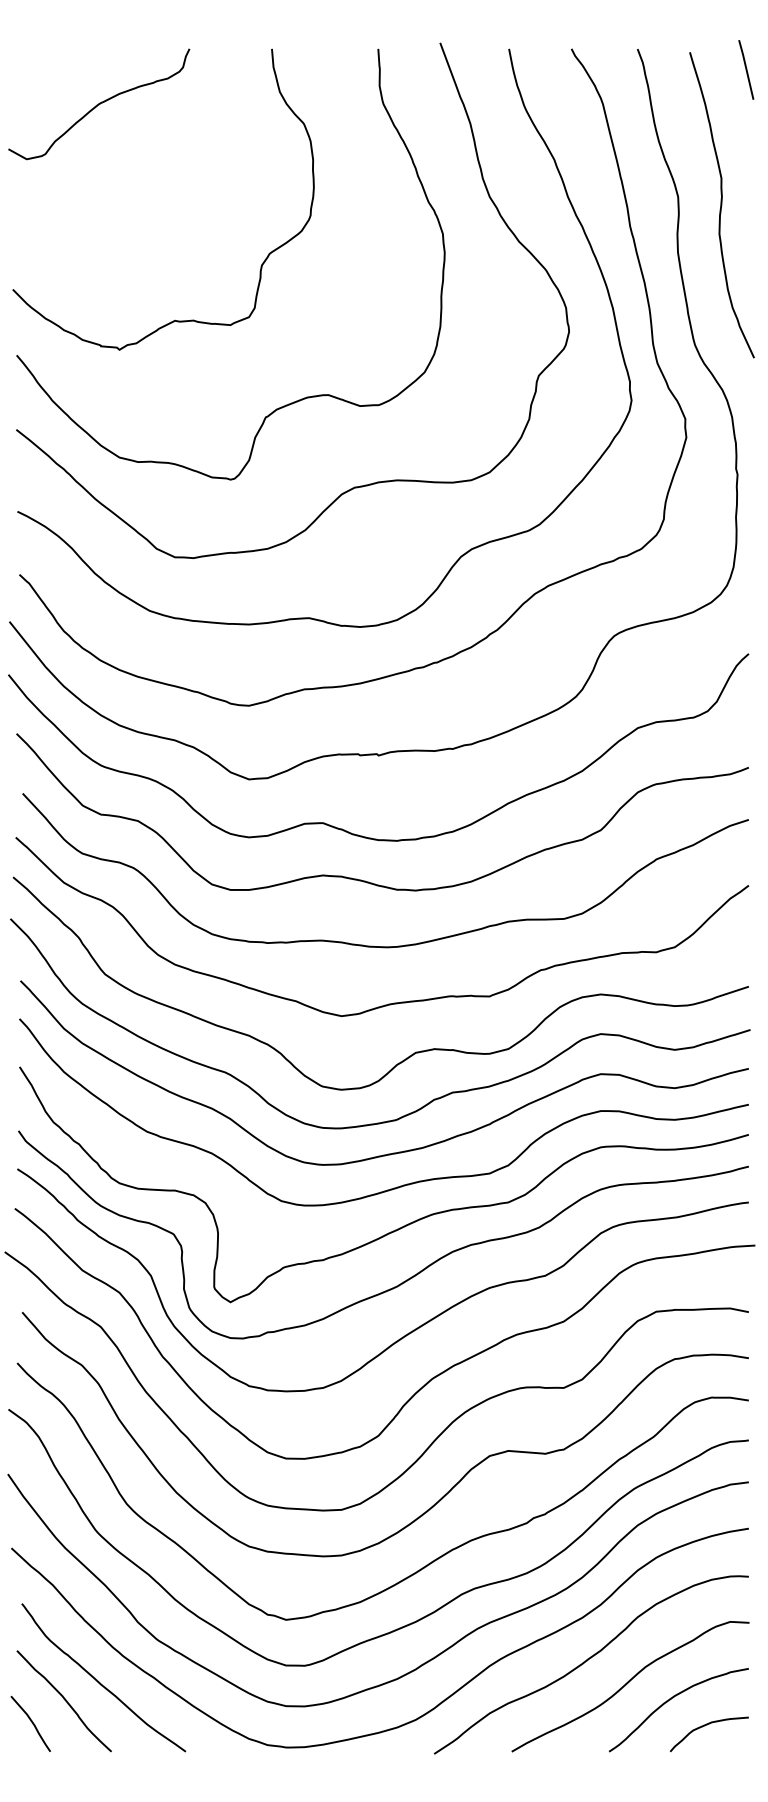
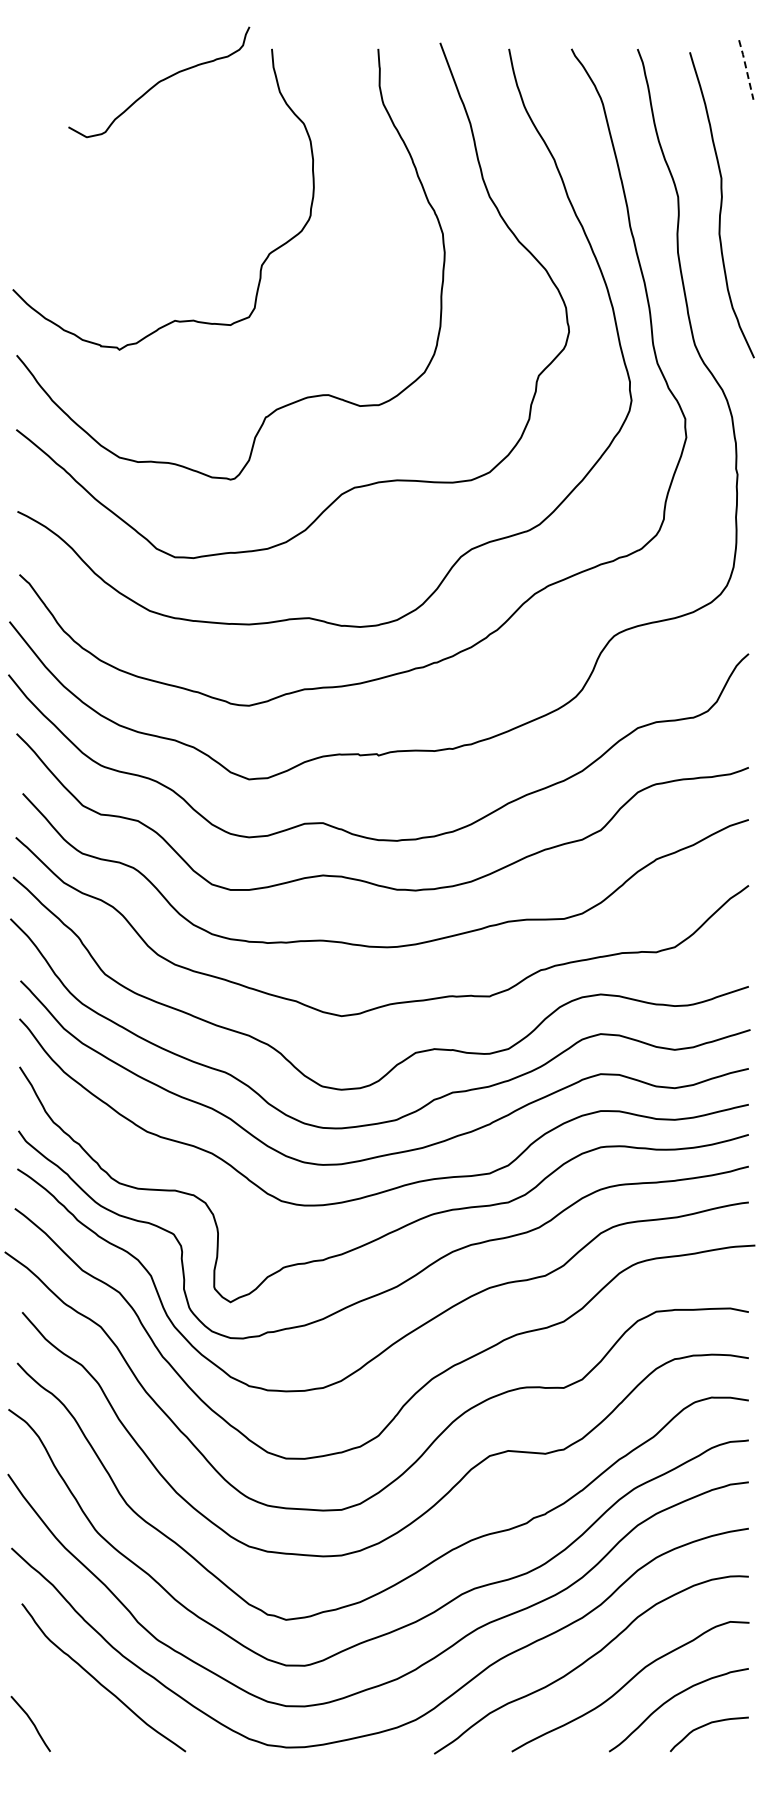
line at (746, 69): solid -> dashed
curve at (99, 104) position: (99, 104) -> (159, 82)
curve at (64, 1700): present -> none
